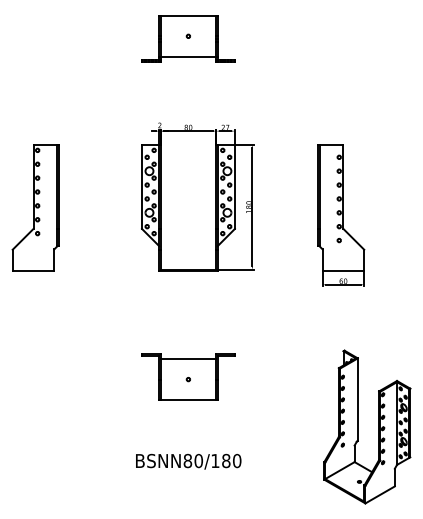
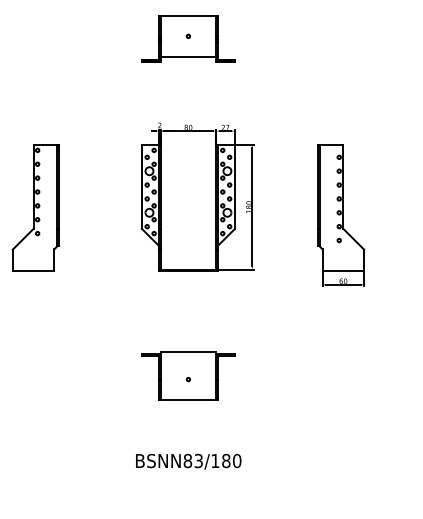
line at (188, 358) position: (188, 358) -> (188, 351)
part at (358, 426): present -> none
text at (198, 461): BSNN80/180 -> BSNN83/180
